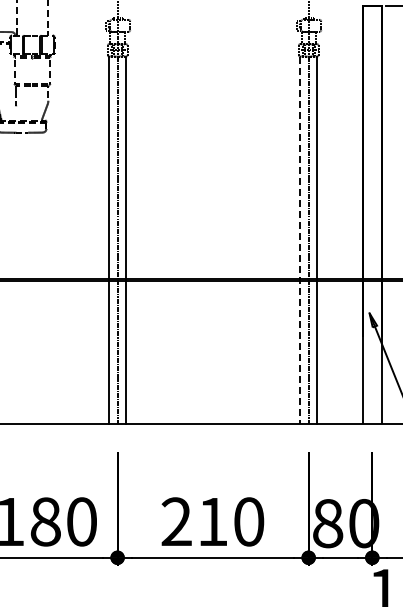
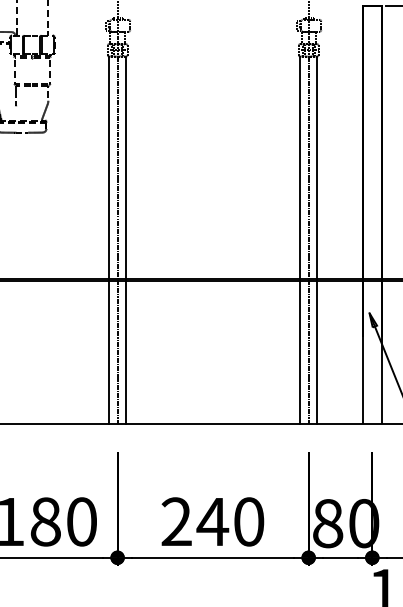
line at (300, 240): dashed -> solid
text at (212, 521): 210 -> 240
